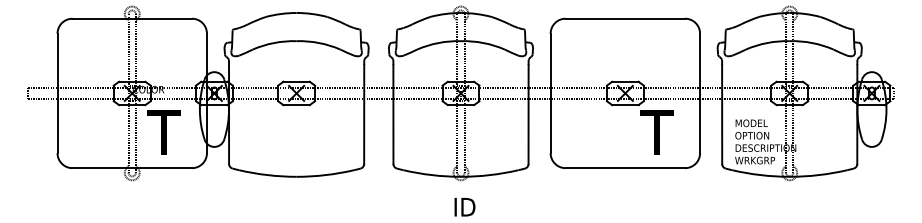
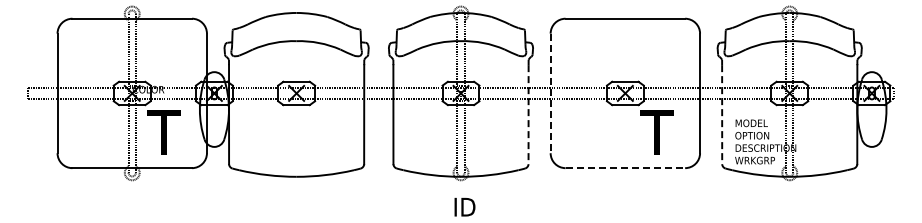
line at (550, 93): solid -> dashed
line at (528, 114): solid -> dashed
line at (722, 114): solid -> dashed
line at (625, 168): solid -> dashed
